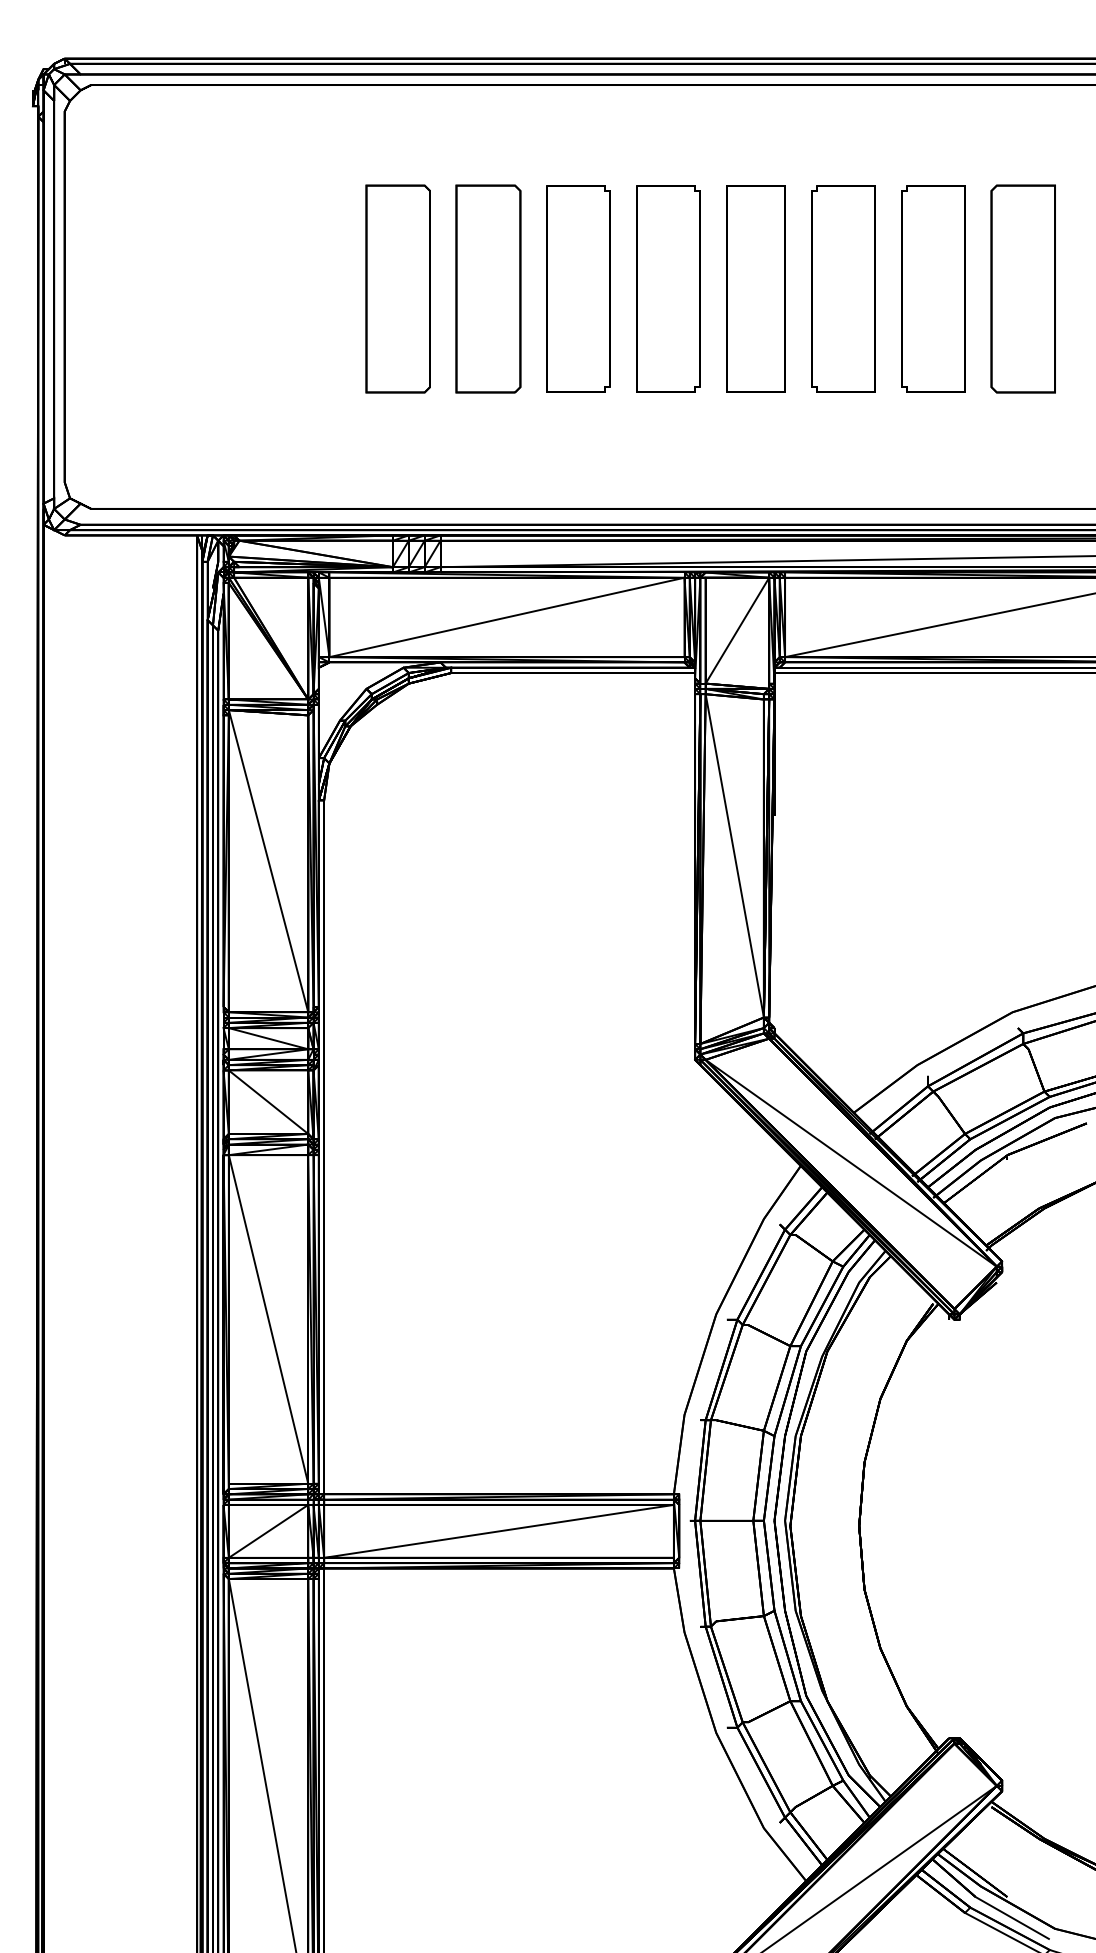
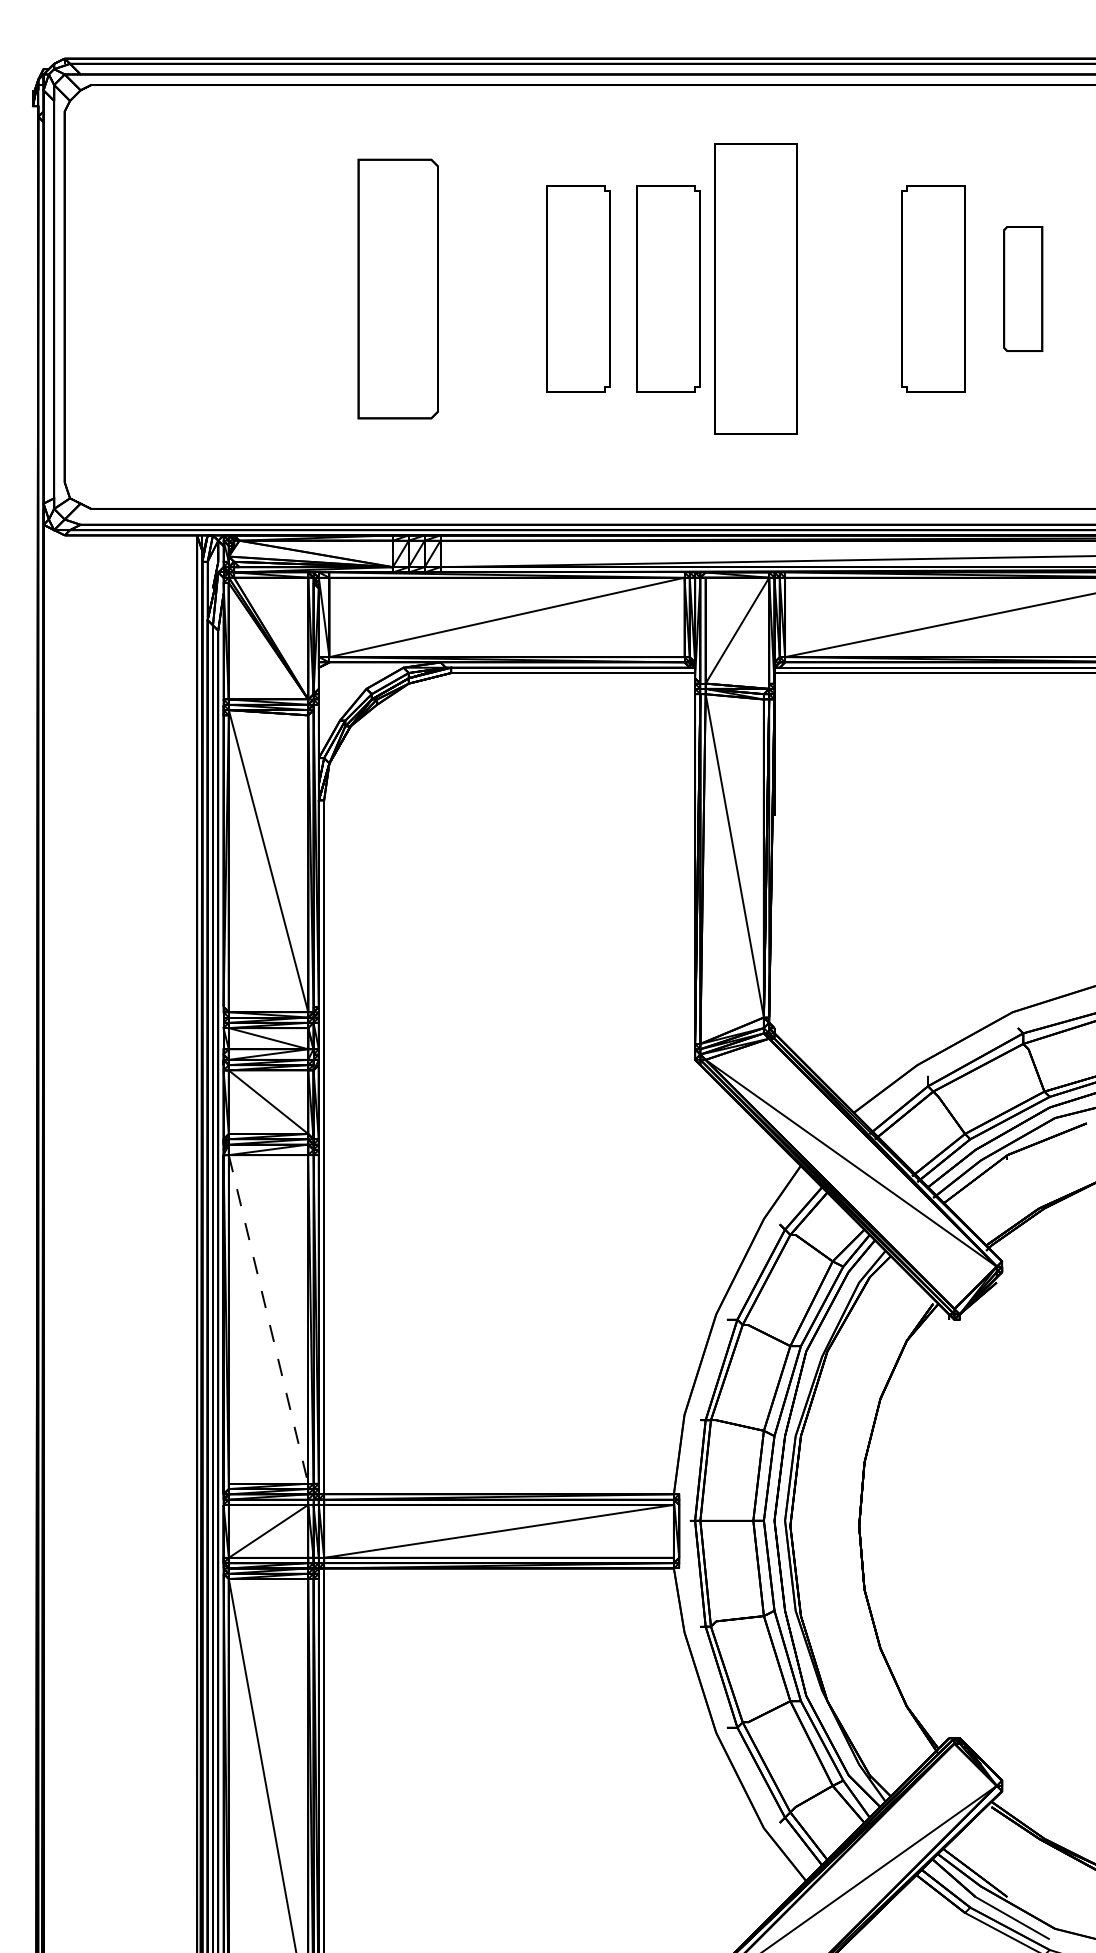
part at (397, 288) size: 66x210 px -> 82x262 px
part at (488, 288): present -> none
part at (755, 288) size: 60x208 px -> 84x292 px
part at (843, 288): present -> none
part at (1022, 288) size: 66x210 px -> 41x126 px
line at (268, 1319): solid -> dashed
